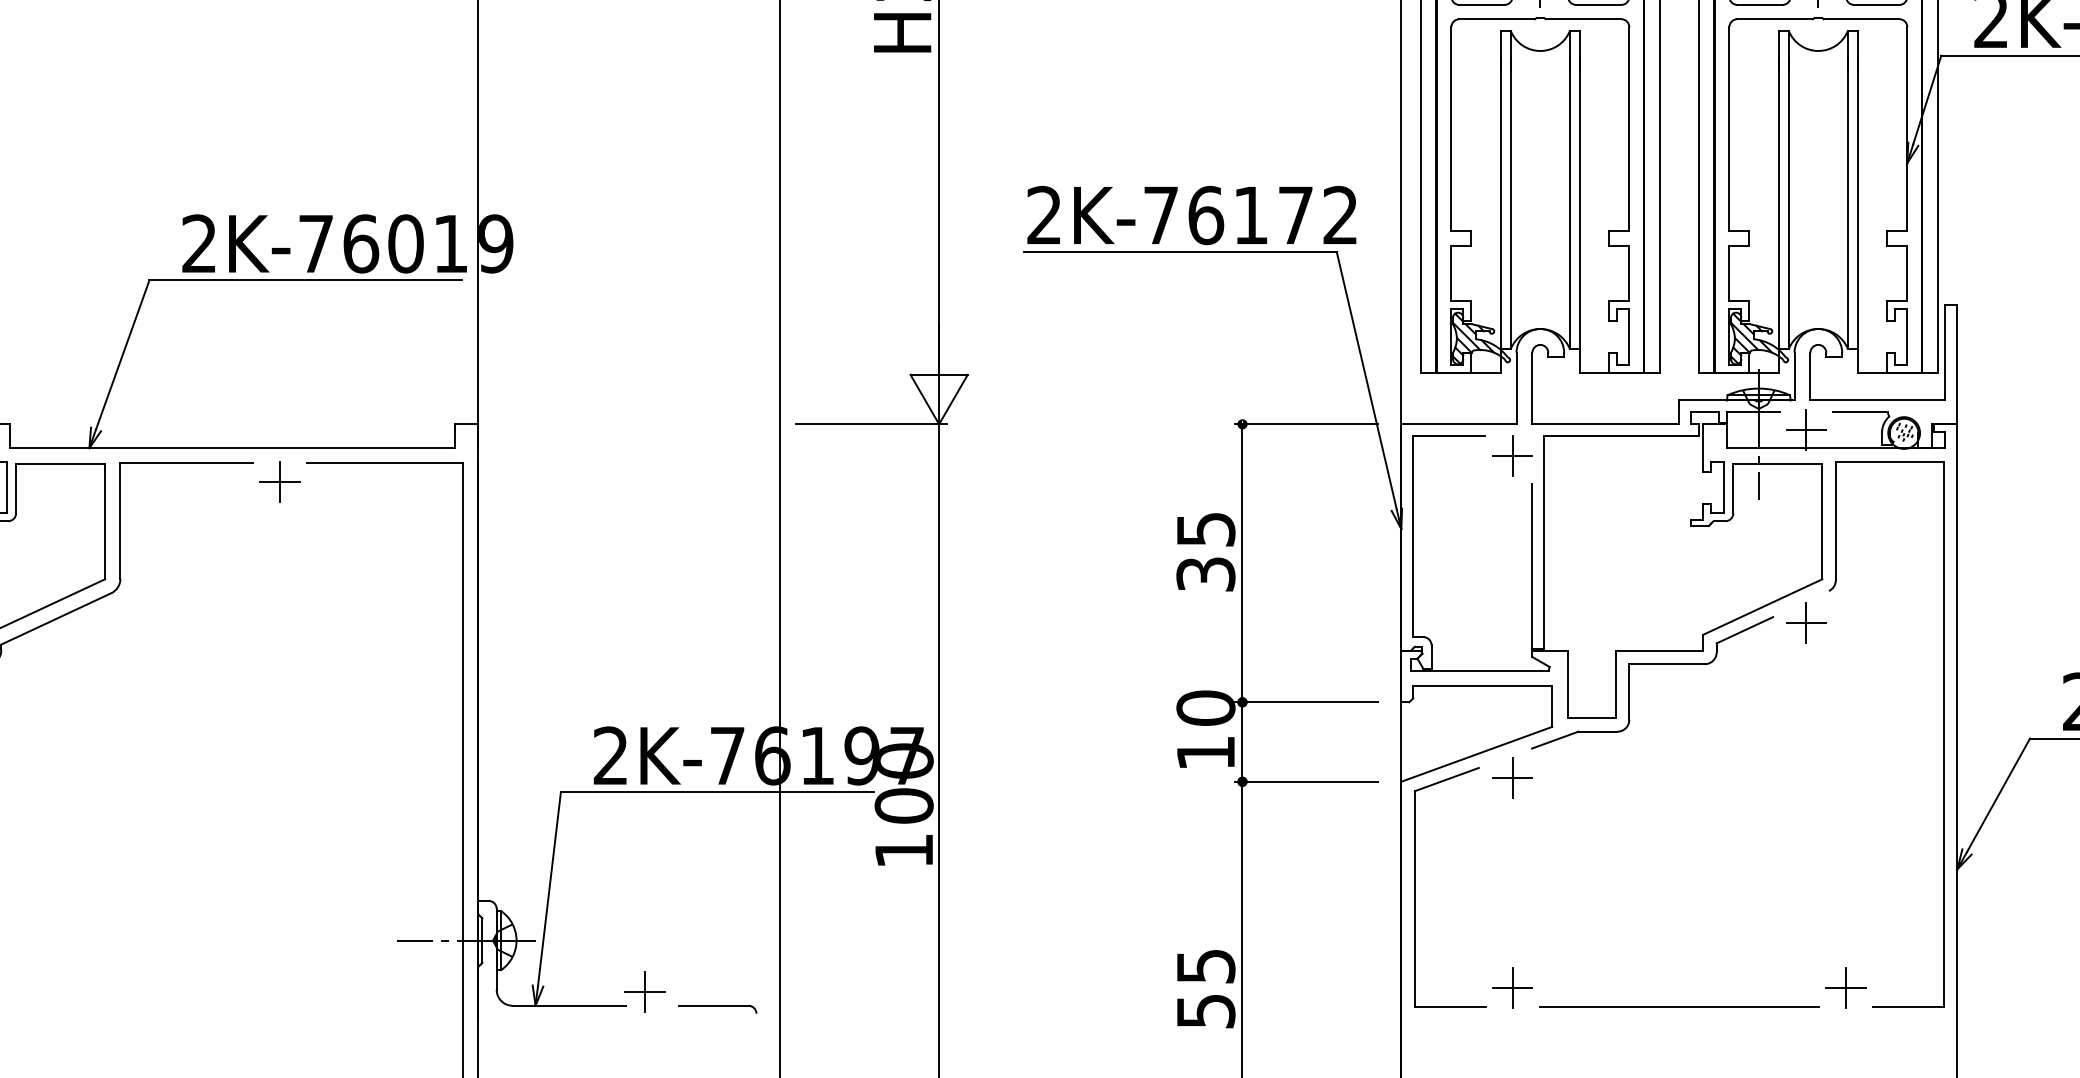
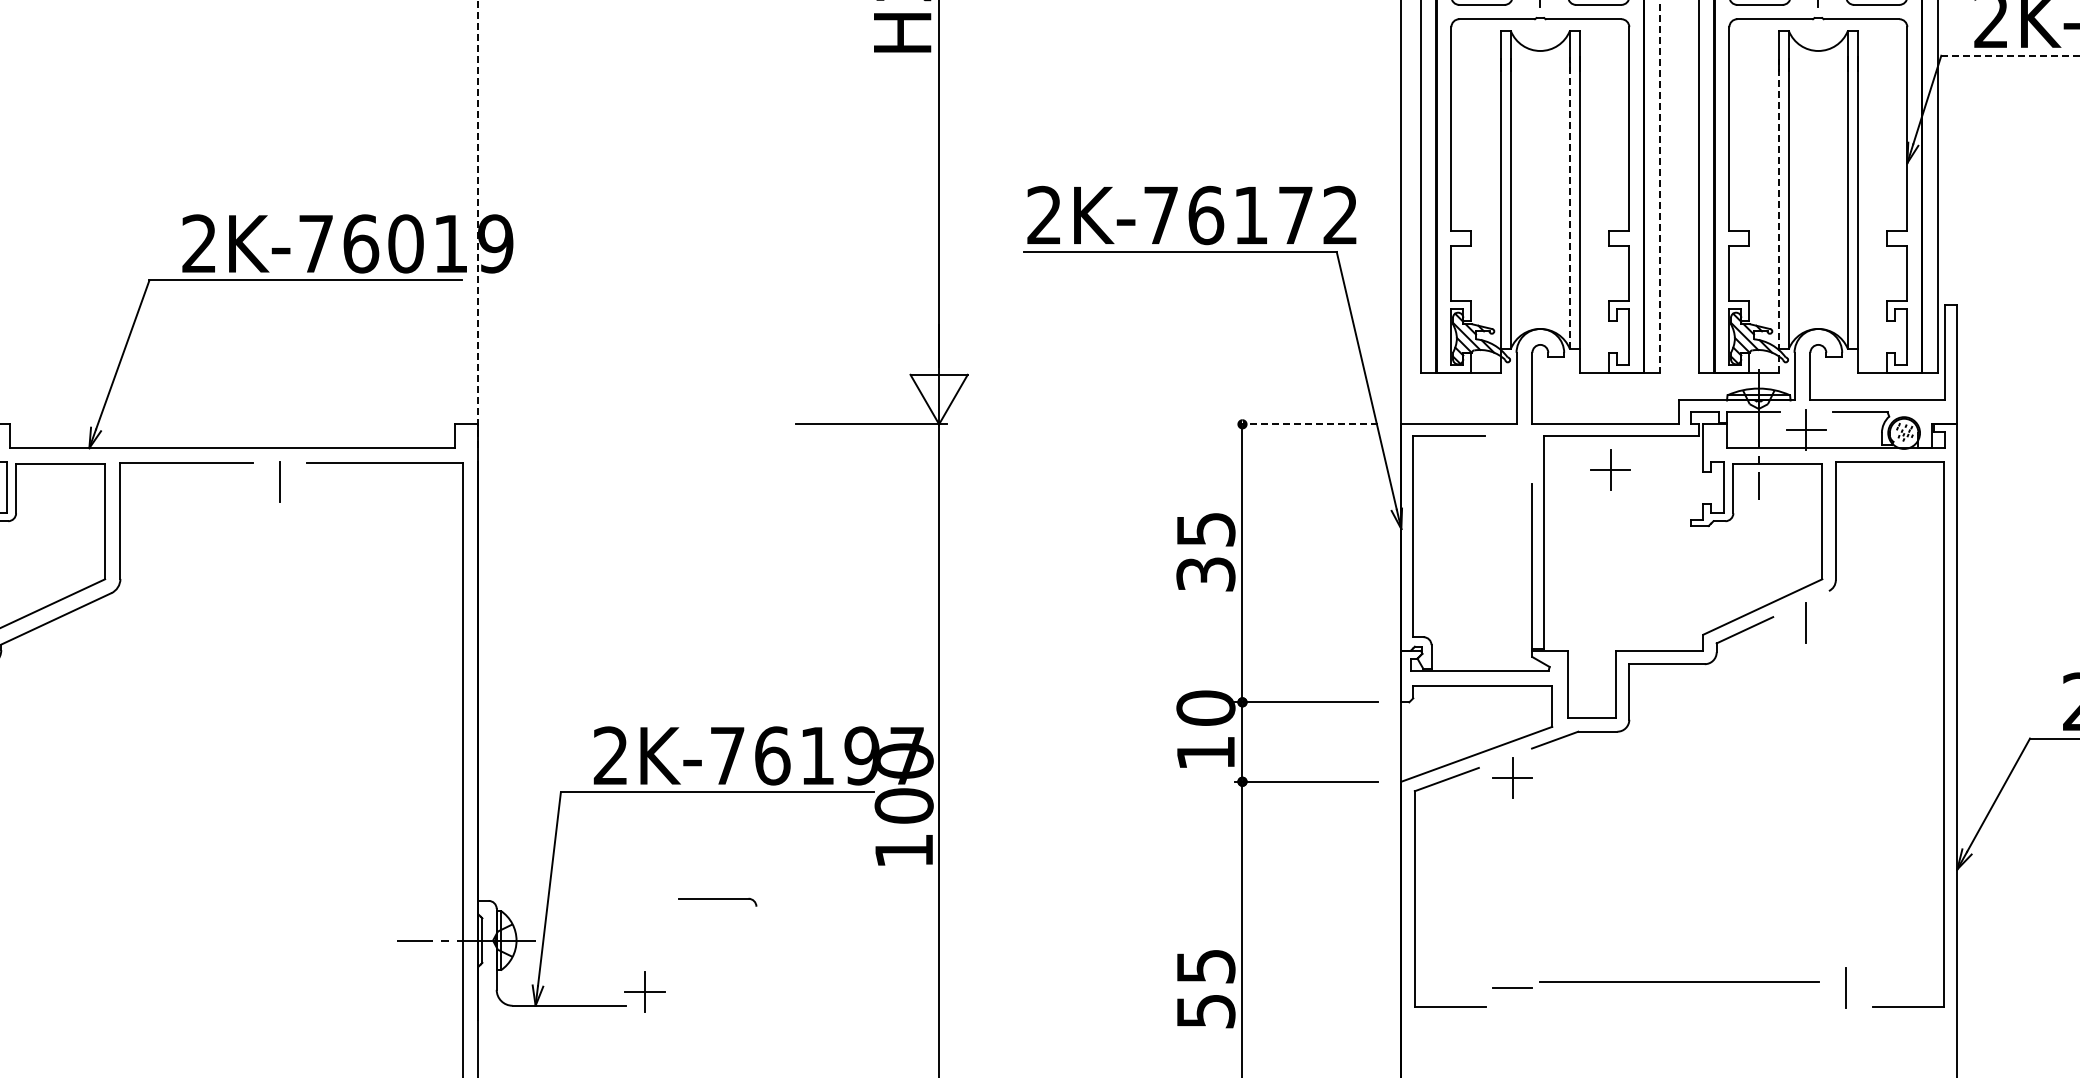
line at (2010, 55): solid -> dashed
line at (1659, 186): solid -> dashed
line at (1569, 202): solid -> dashed
line at (1778, 215): solid -> dashed
line at (478, 224): solid -> dashed
line at (1305, 424): solid -> dashed
part at (1512, 455) position: (1512, 455) -> (1610, 469)
line at (279, 482): present -> none
line at (780, 538): present -> none
line at (1806, 622): present -> none
line at (1512, 988): present -> none
line at (1846, 988): present -> none
line at (1679, 1006) position: (1679, 1006) -> (1679, 981)
part at (717, 1008) position: (717, 1008) -> (717, 901)
